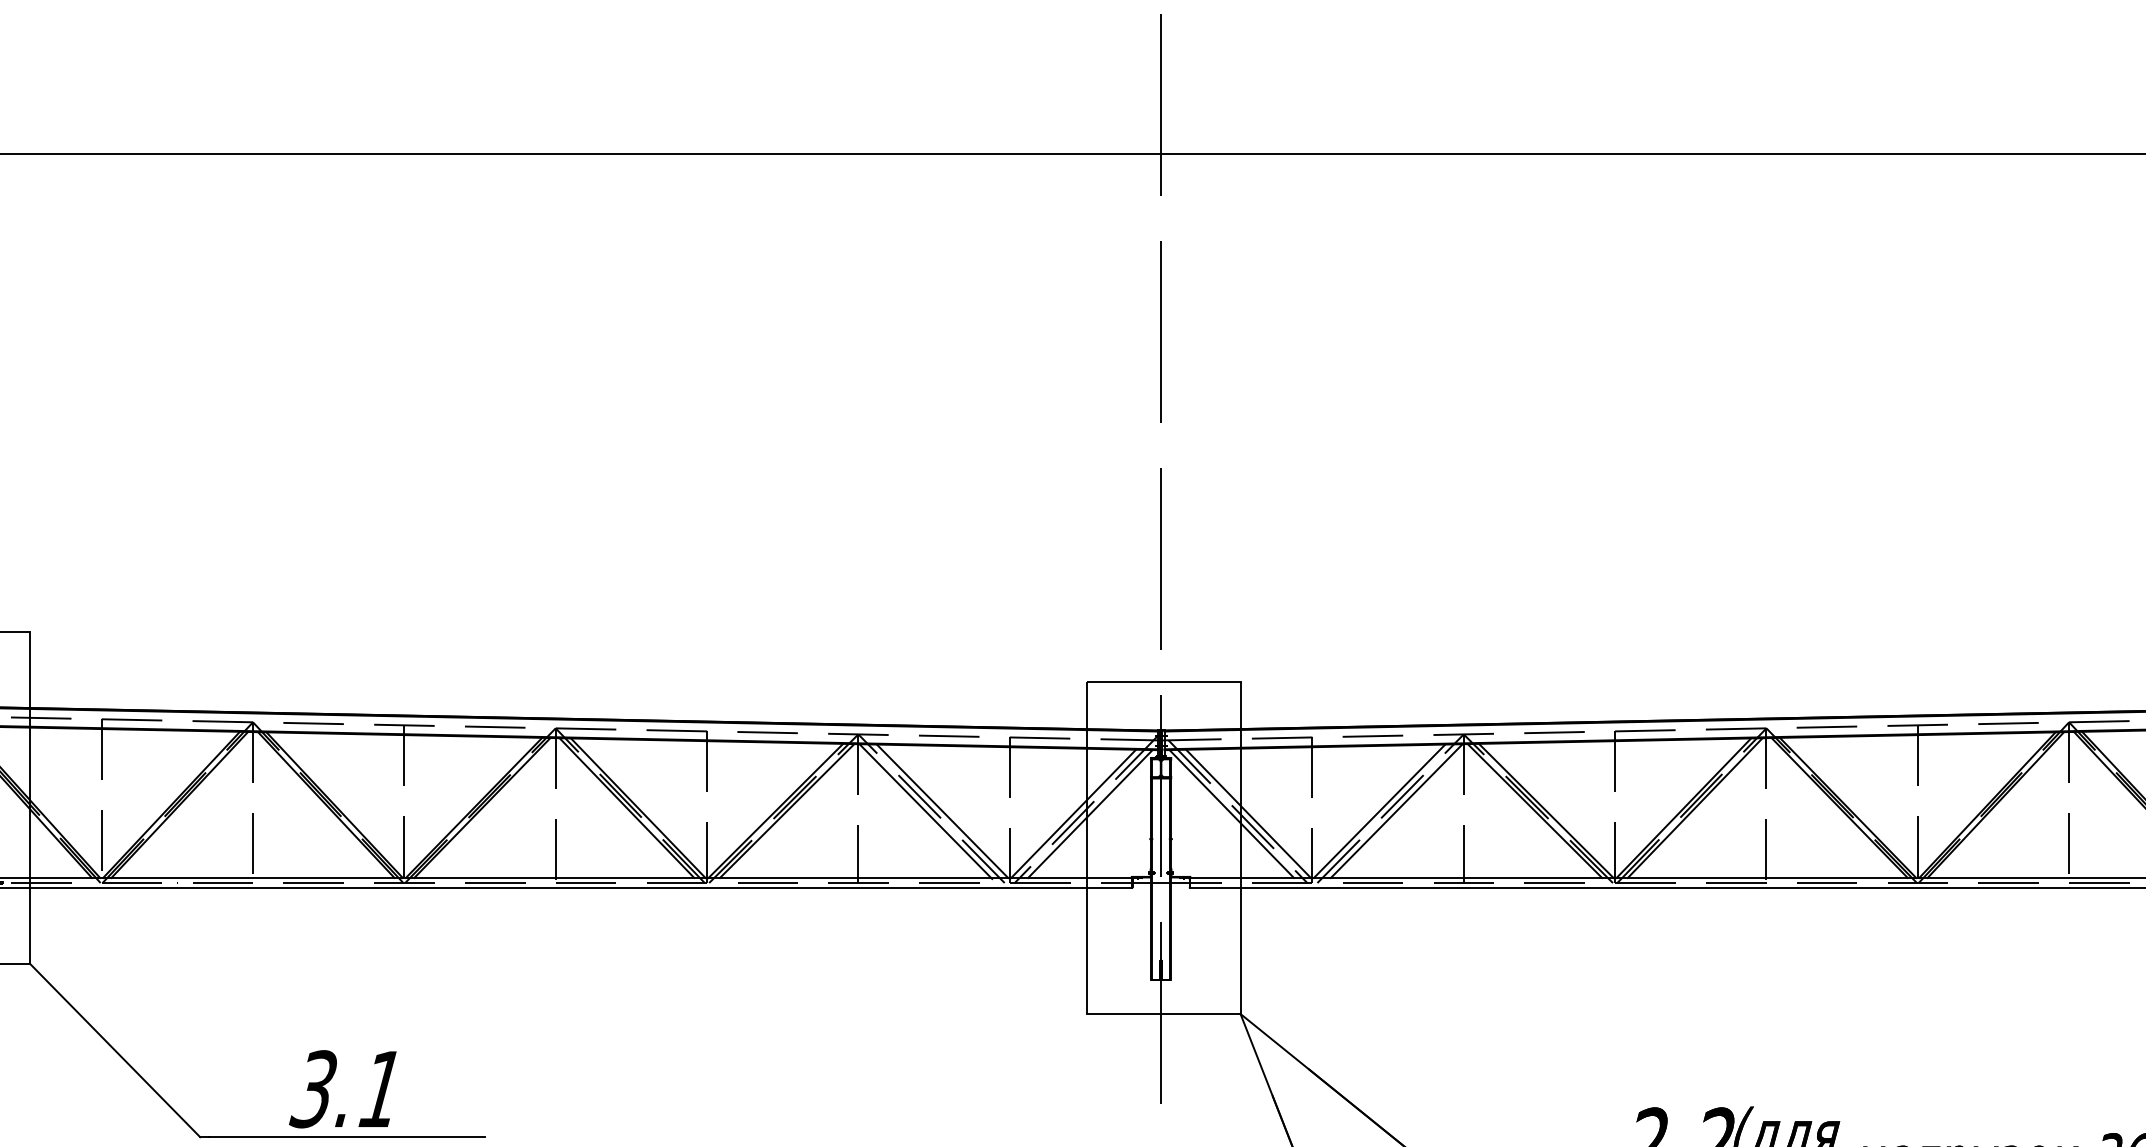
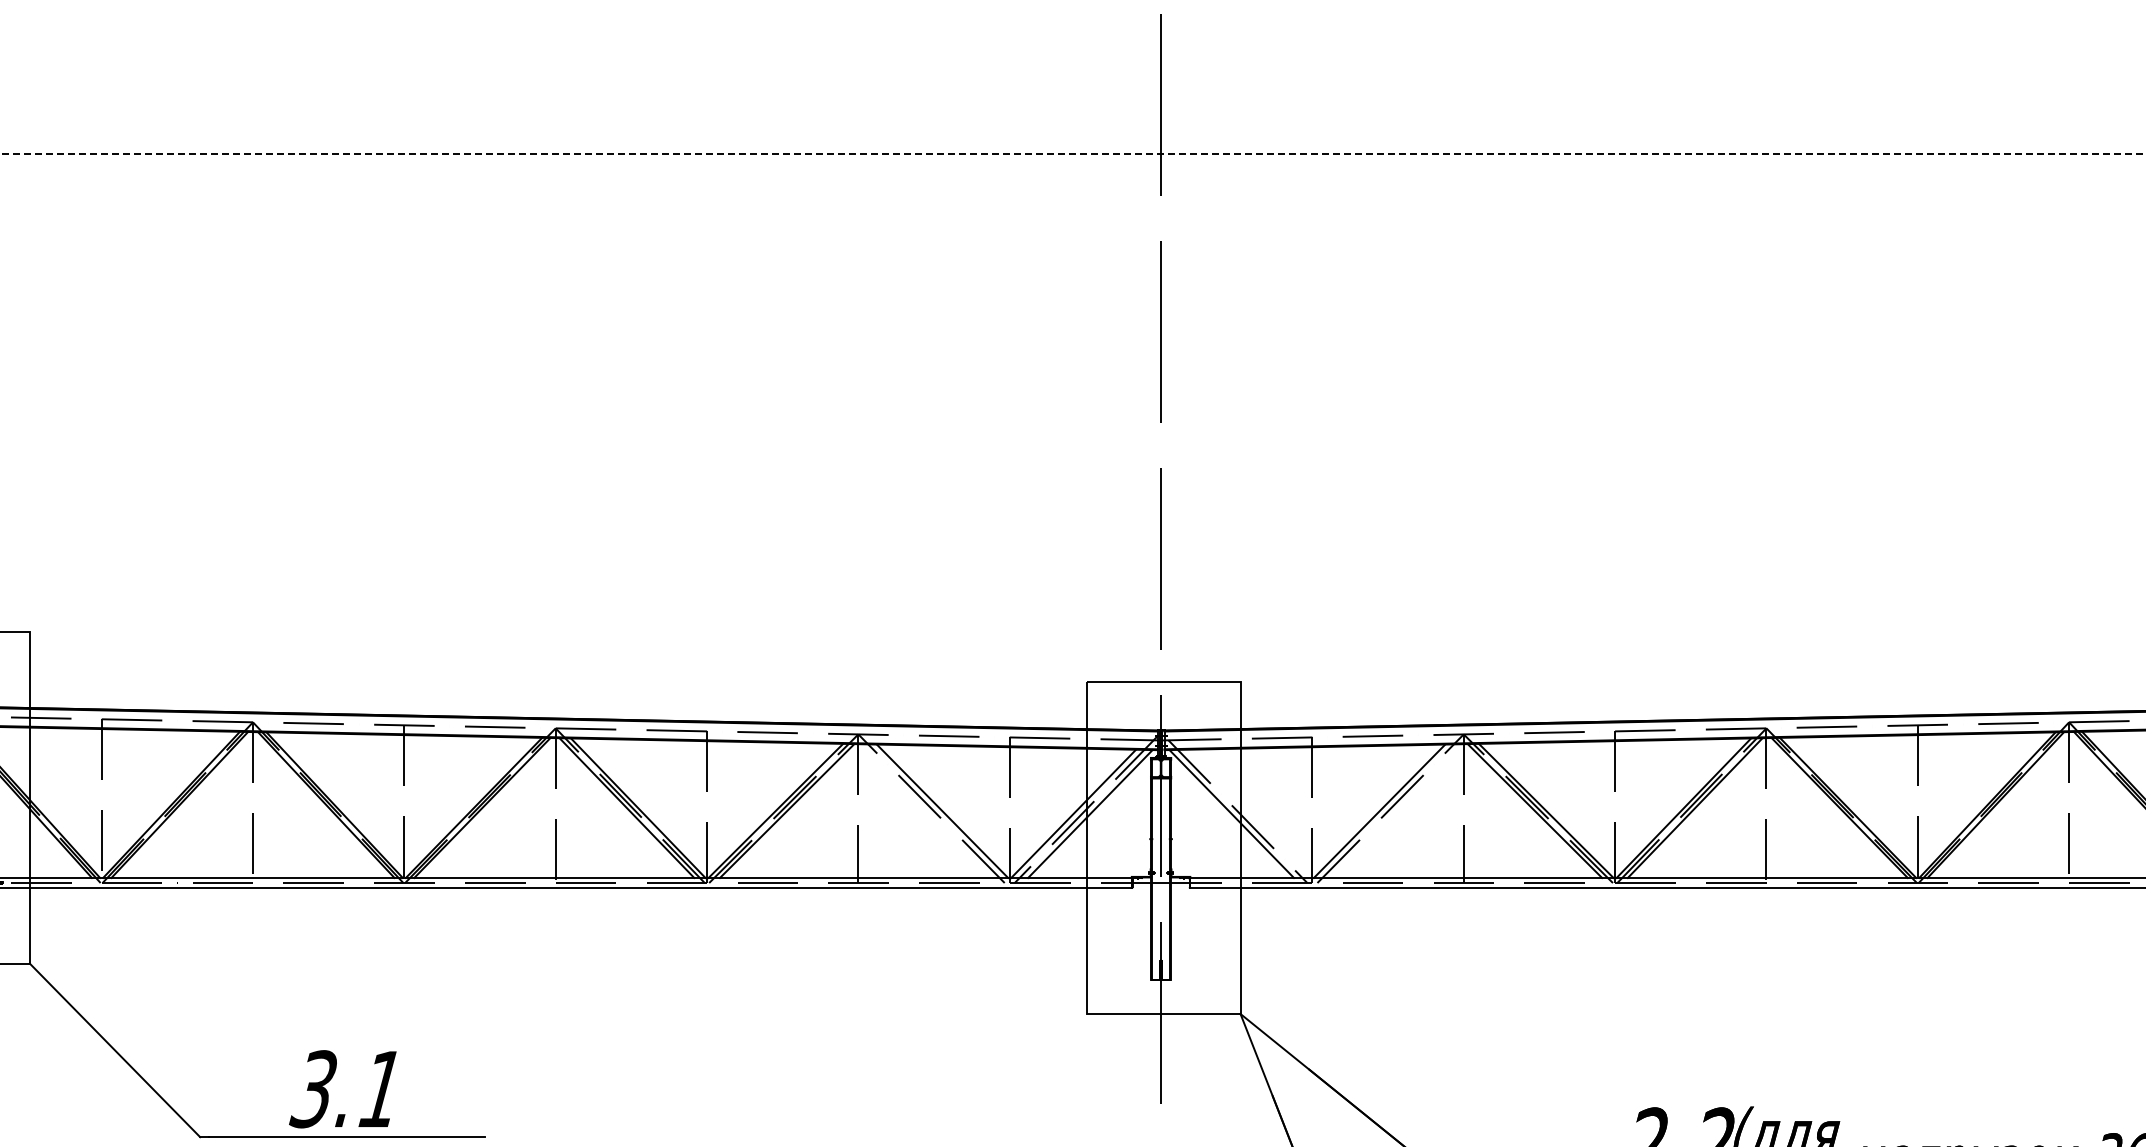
line at (1073, 153): solid -> dashed
line at (1396, 810): present -> none
line at (925, 811): present -> none
line at (1248, 813): present -> none
